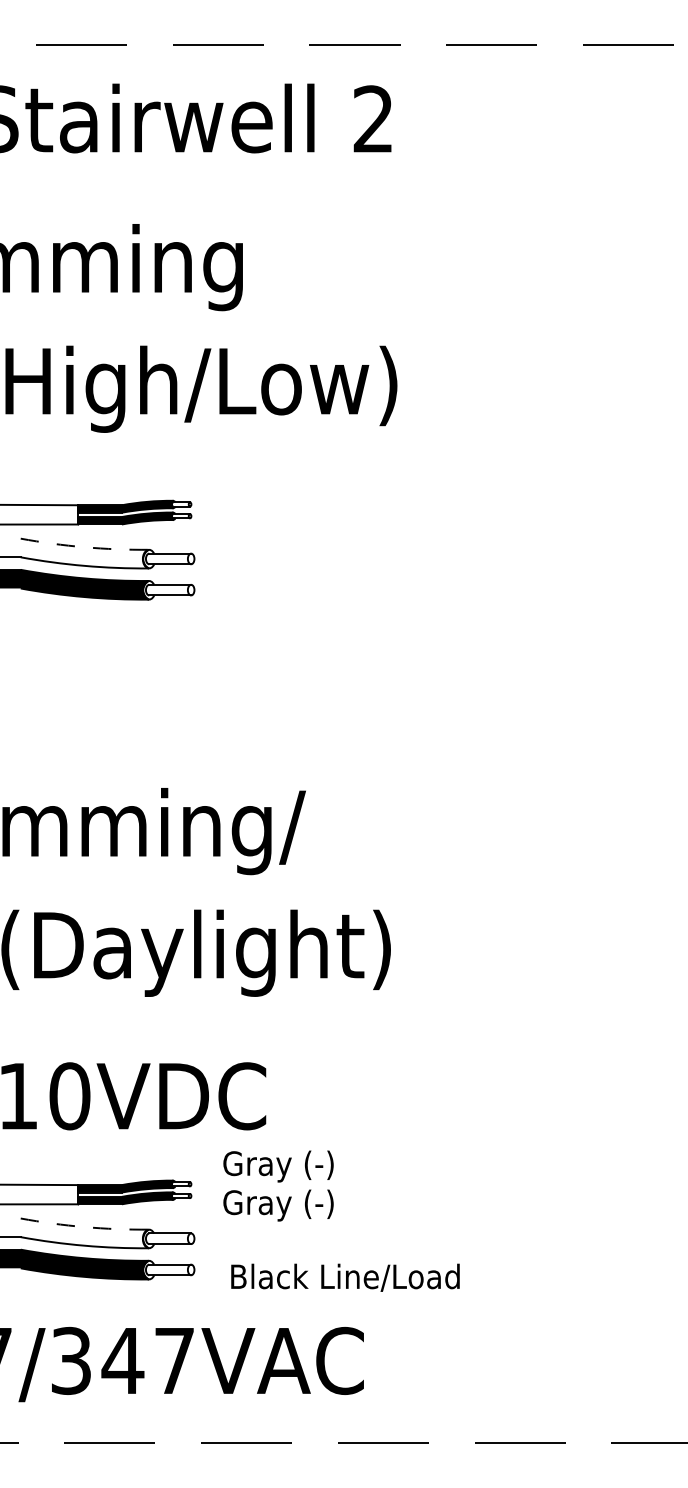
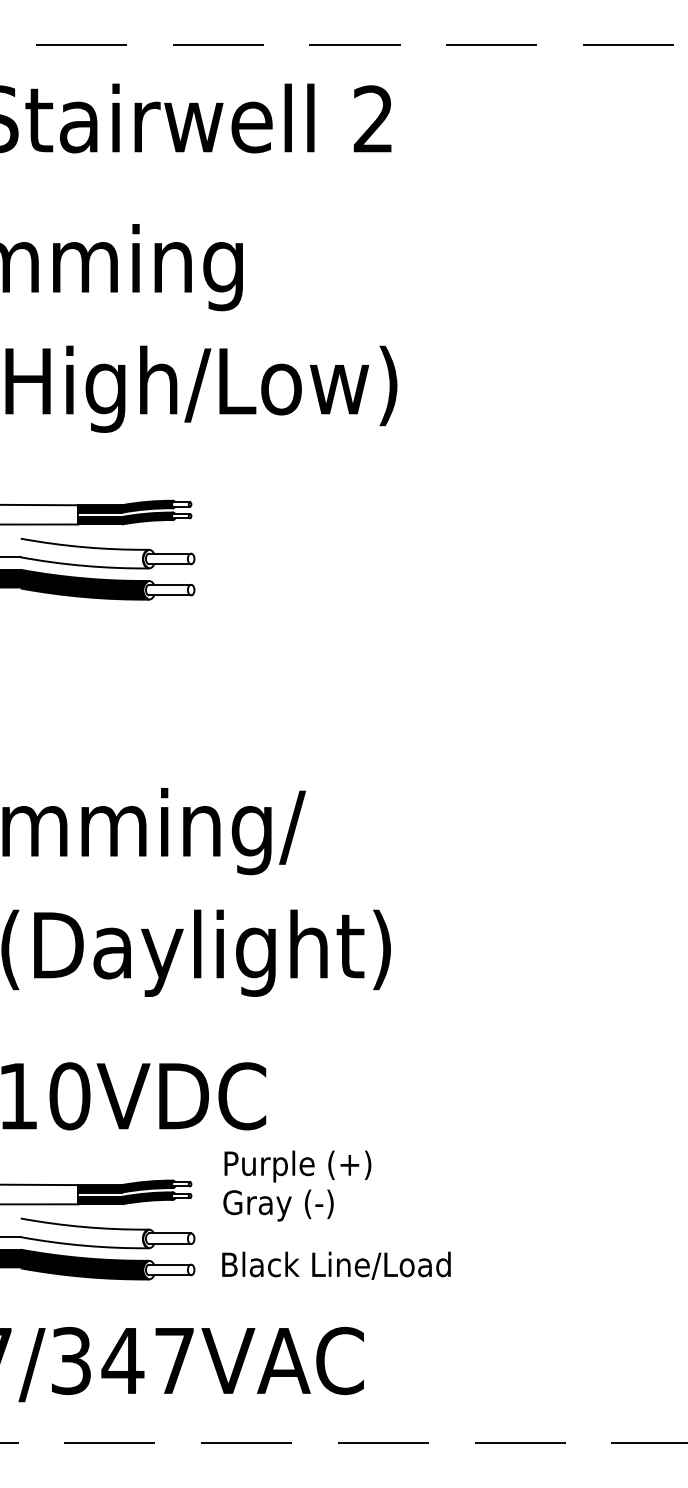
arc at (84, 547): dashed -> solid
text at (297, 1166): Gray (-) -> Purple (+)
arc at (84, 1227): dashed -> solid
text at (345, 1277) position: (345, 1277) -> (336, 1265)
